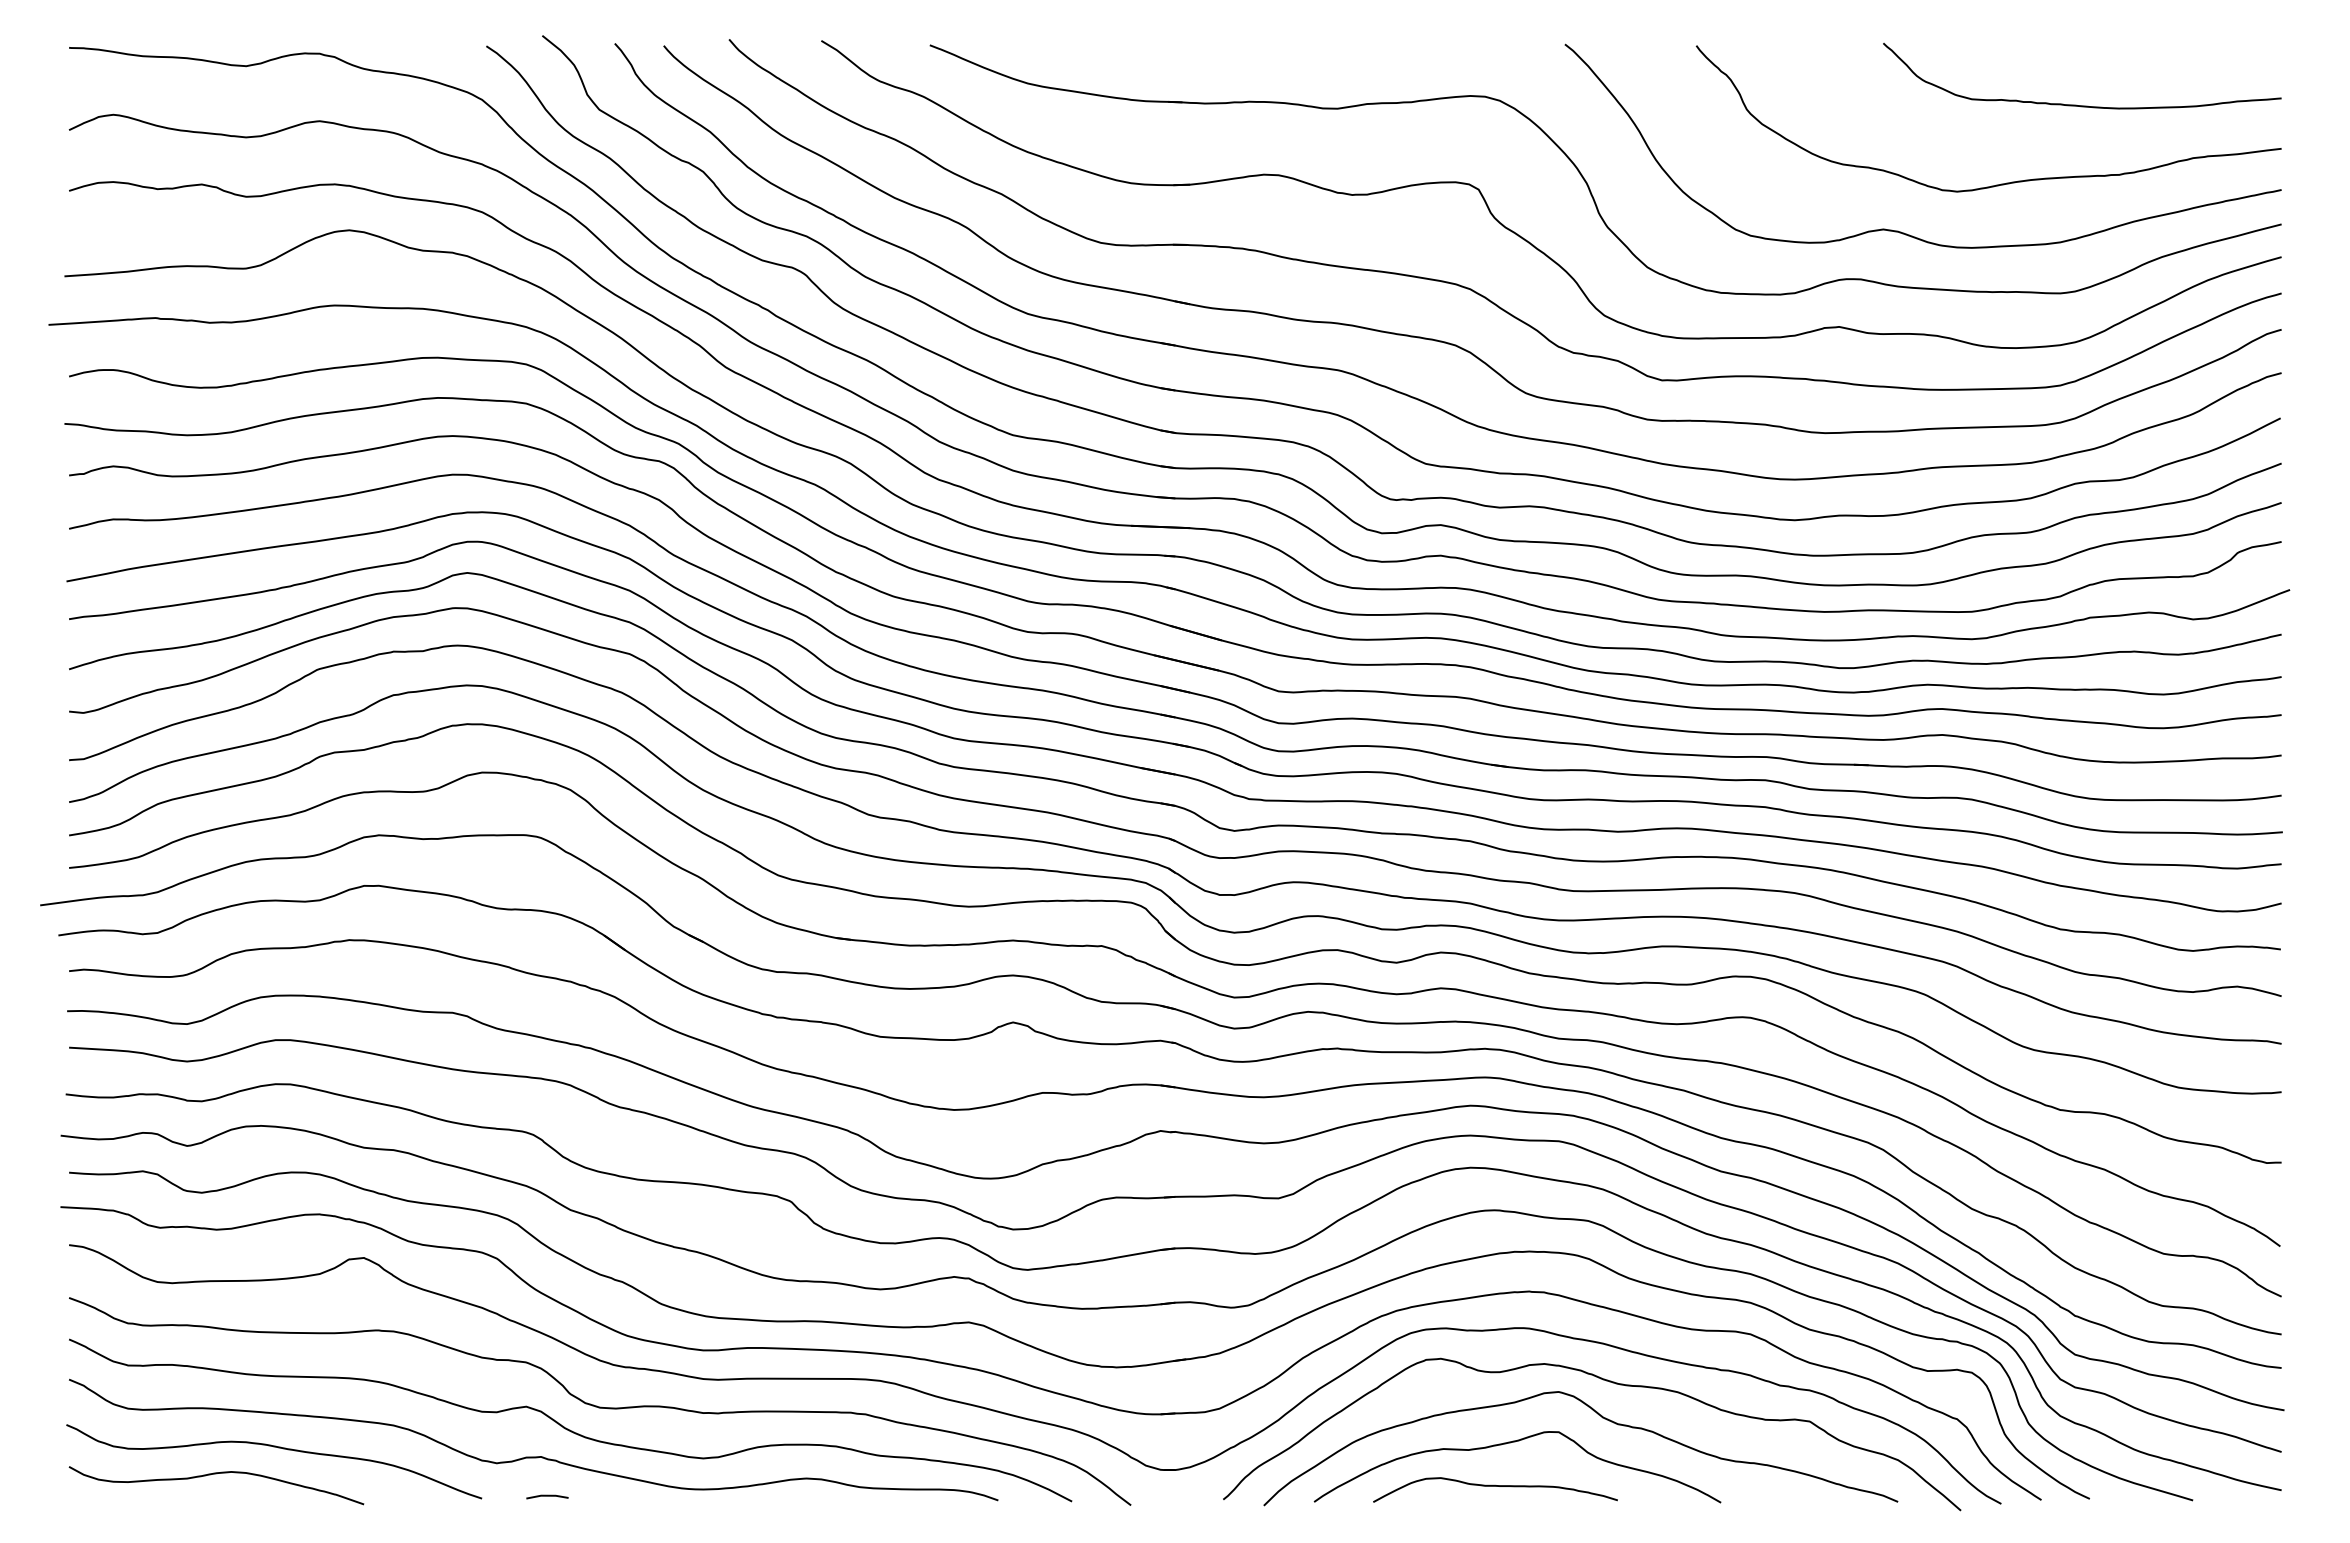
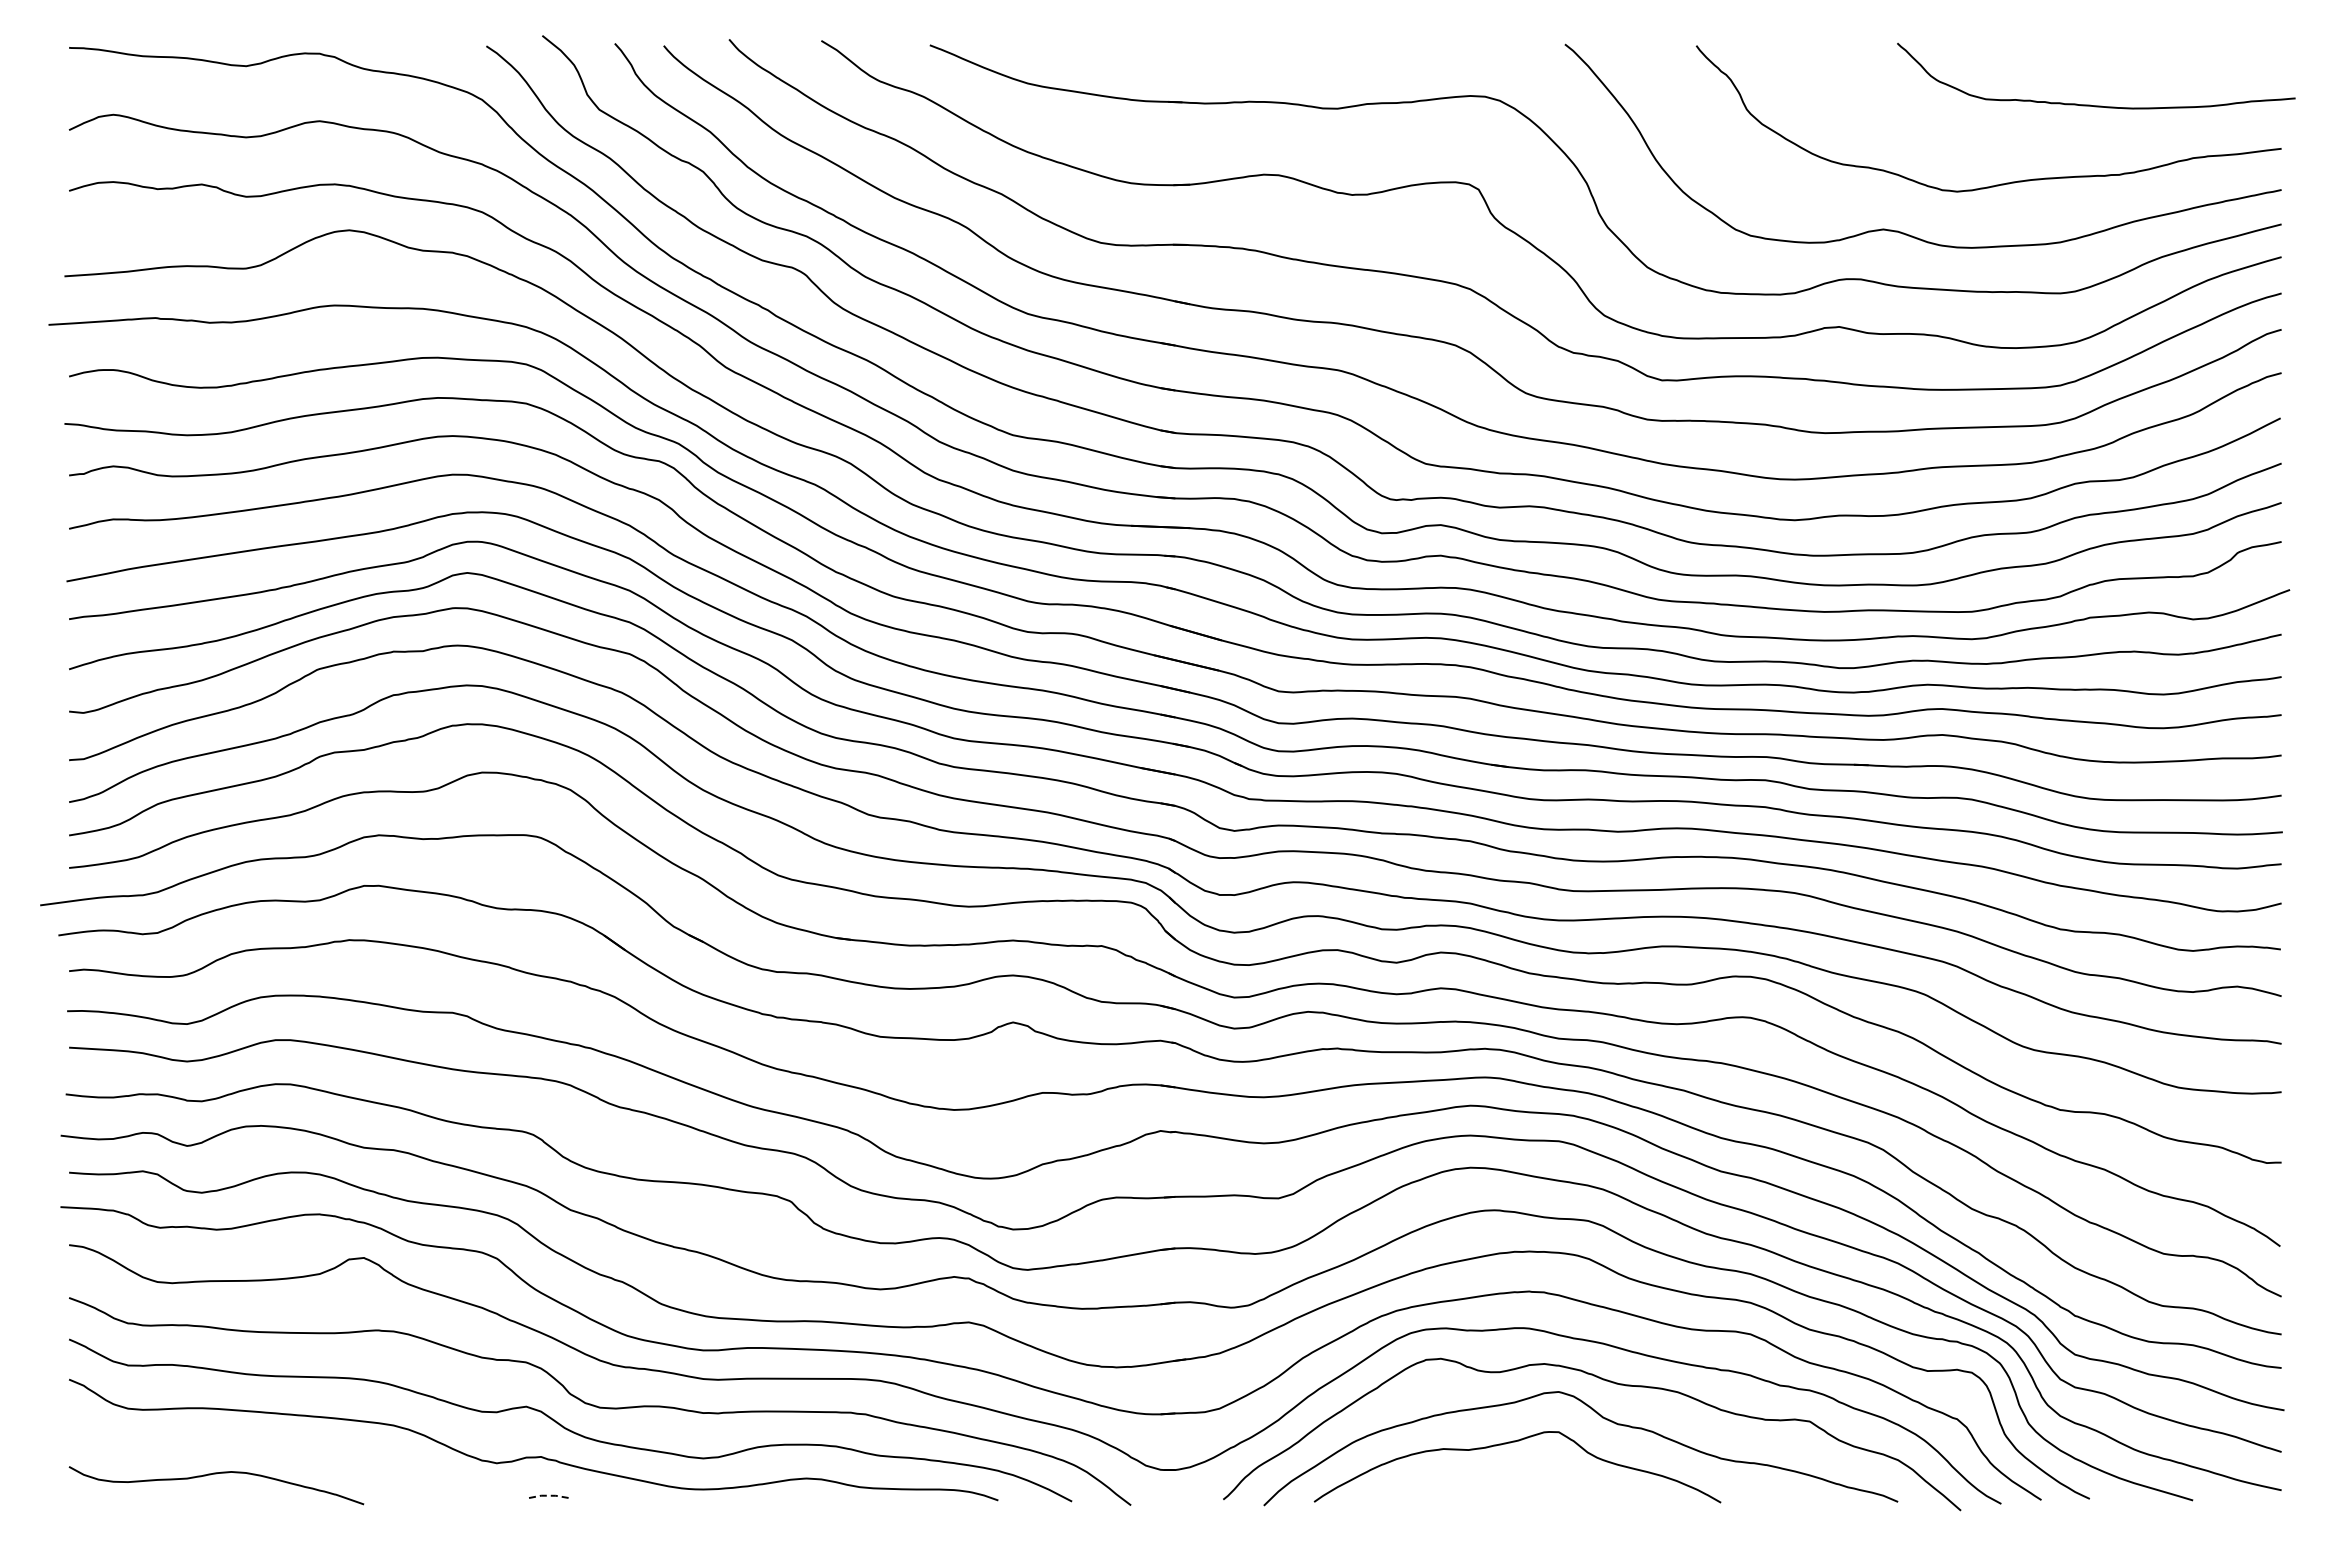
curve at (2076, 104) position: (2076, 104) -> (2090, 104)
curve at (278, 1448): present -> none
curve at (1495, 1486): present -> none
line at (547, 1495): solid -> dashed
